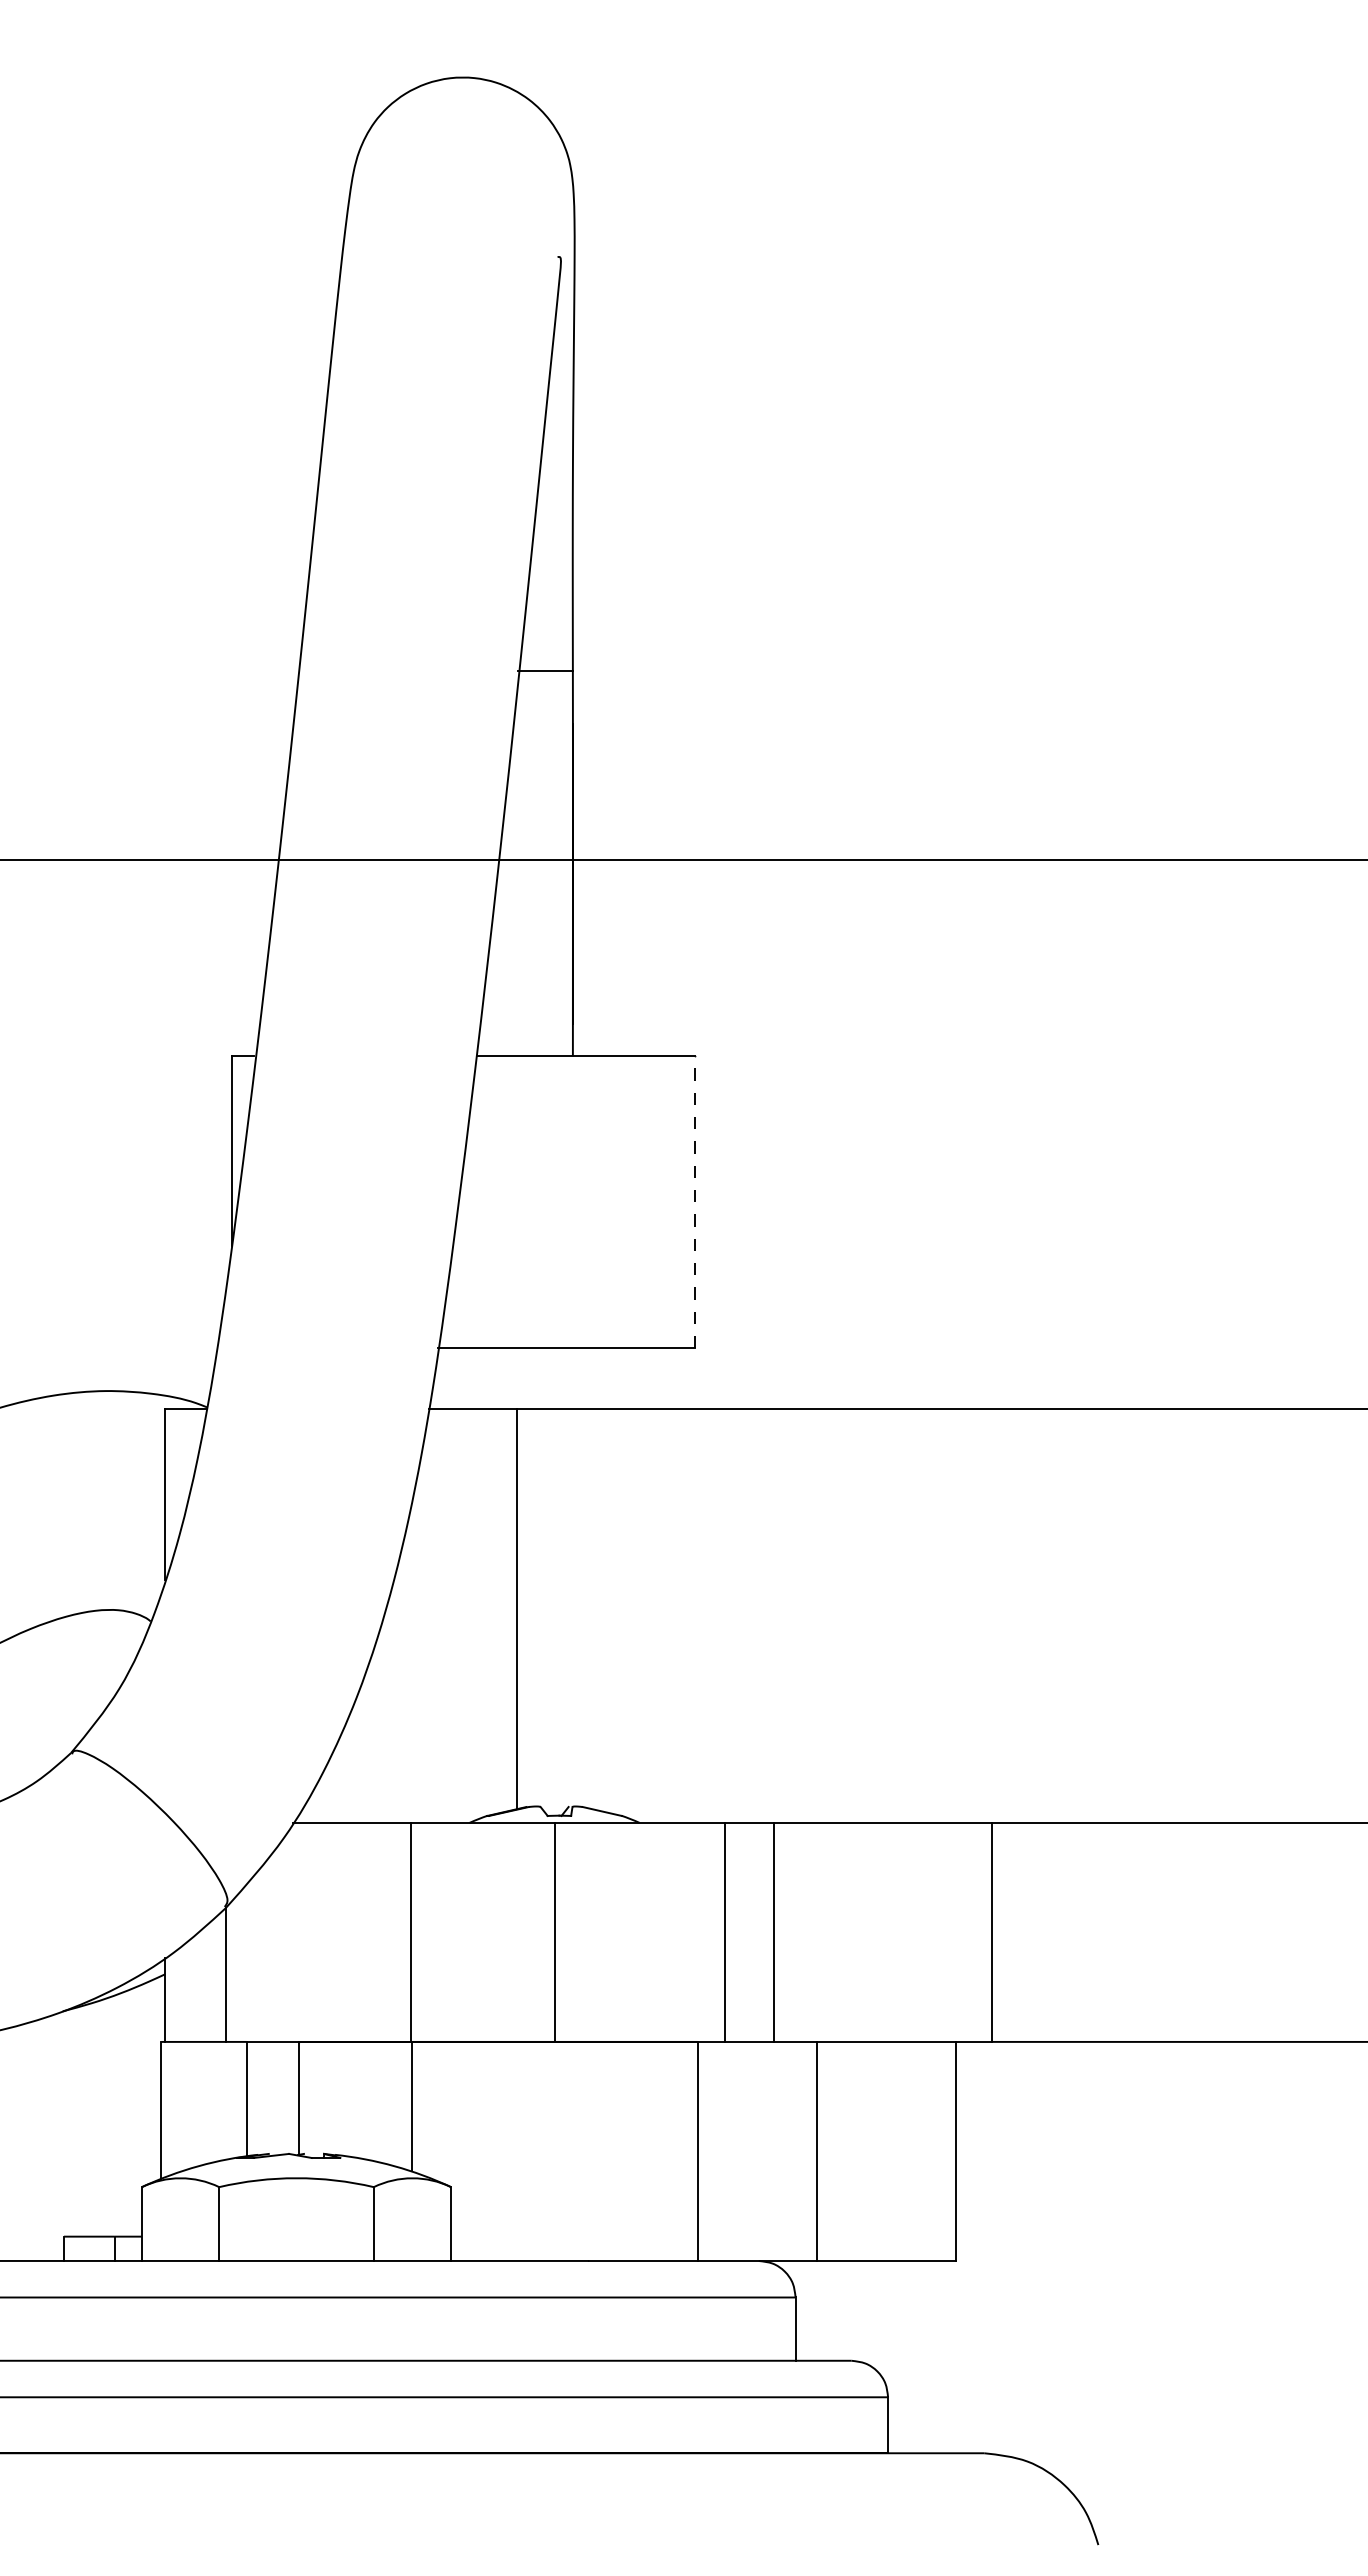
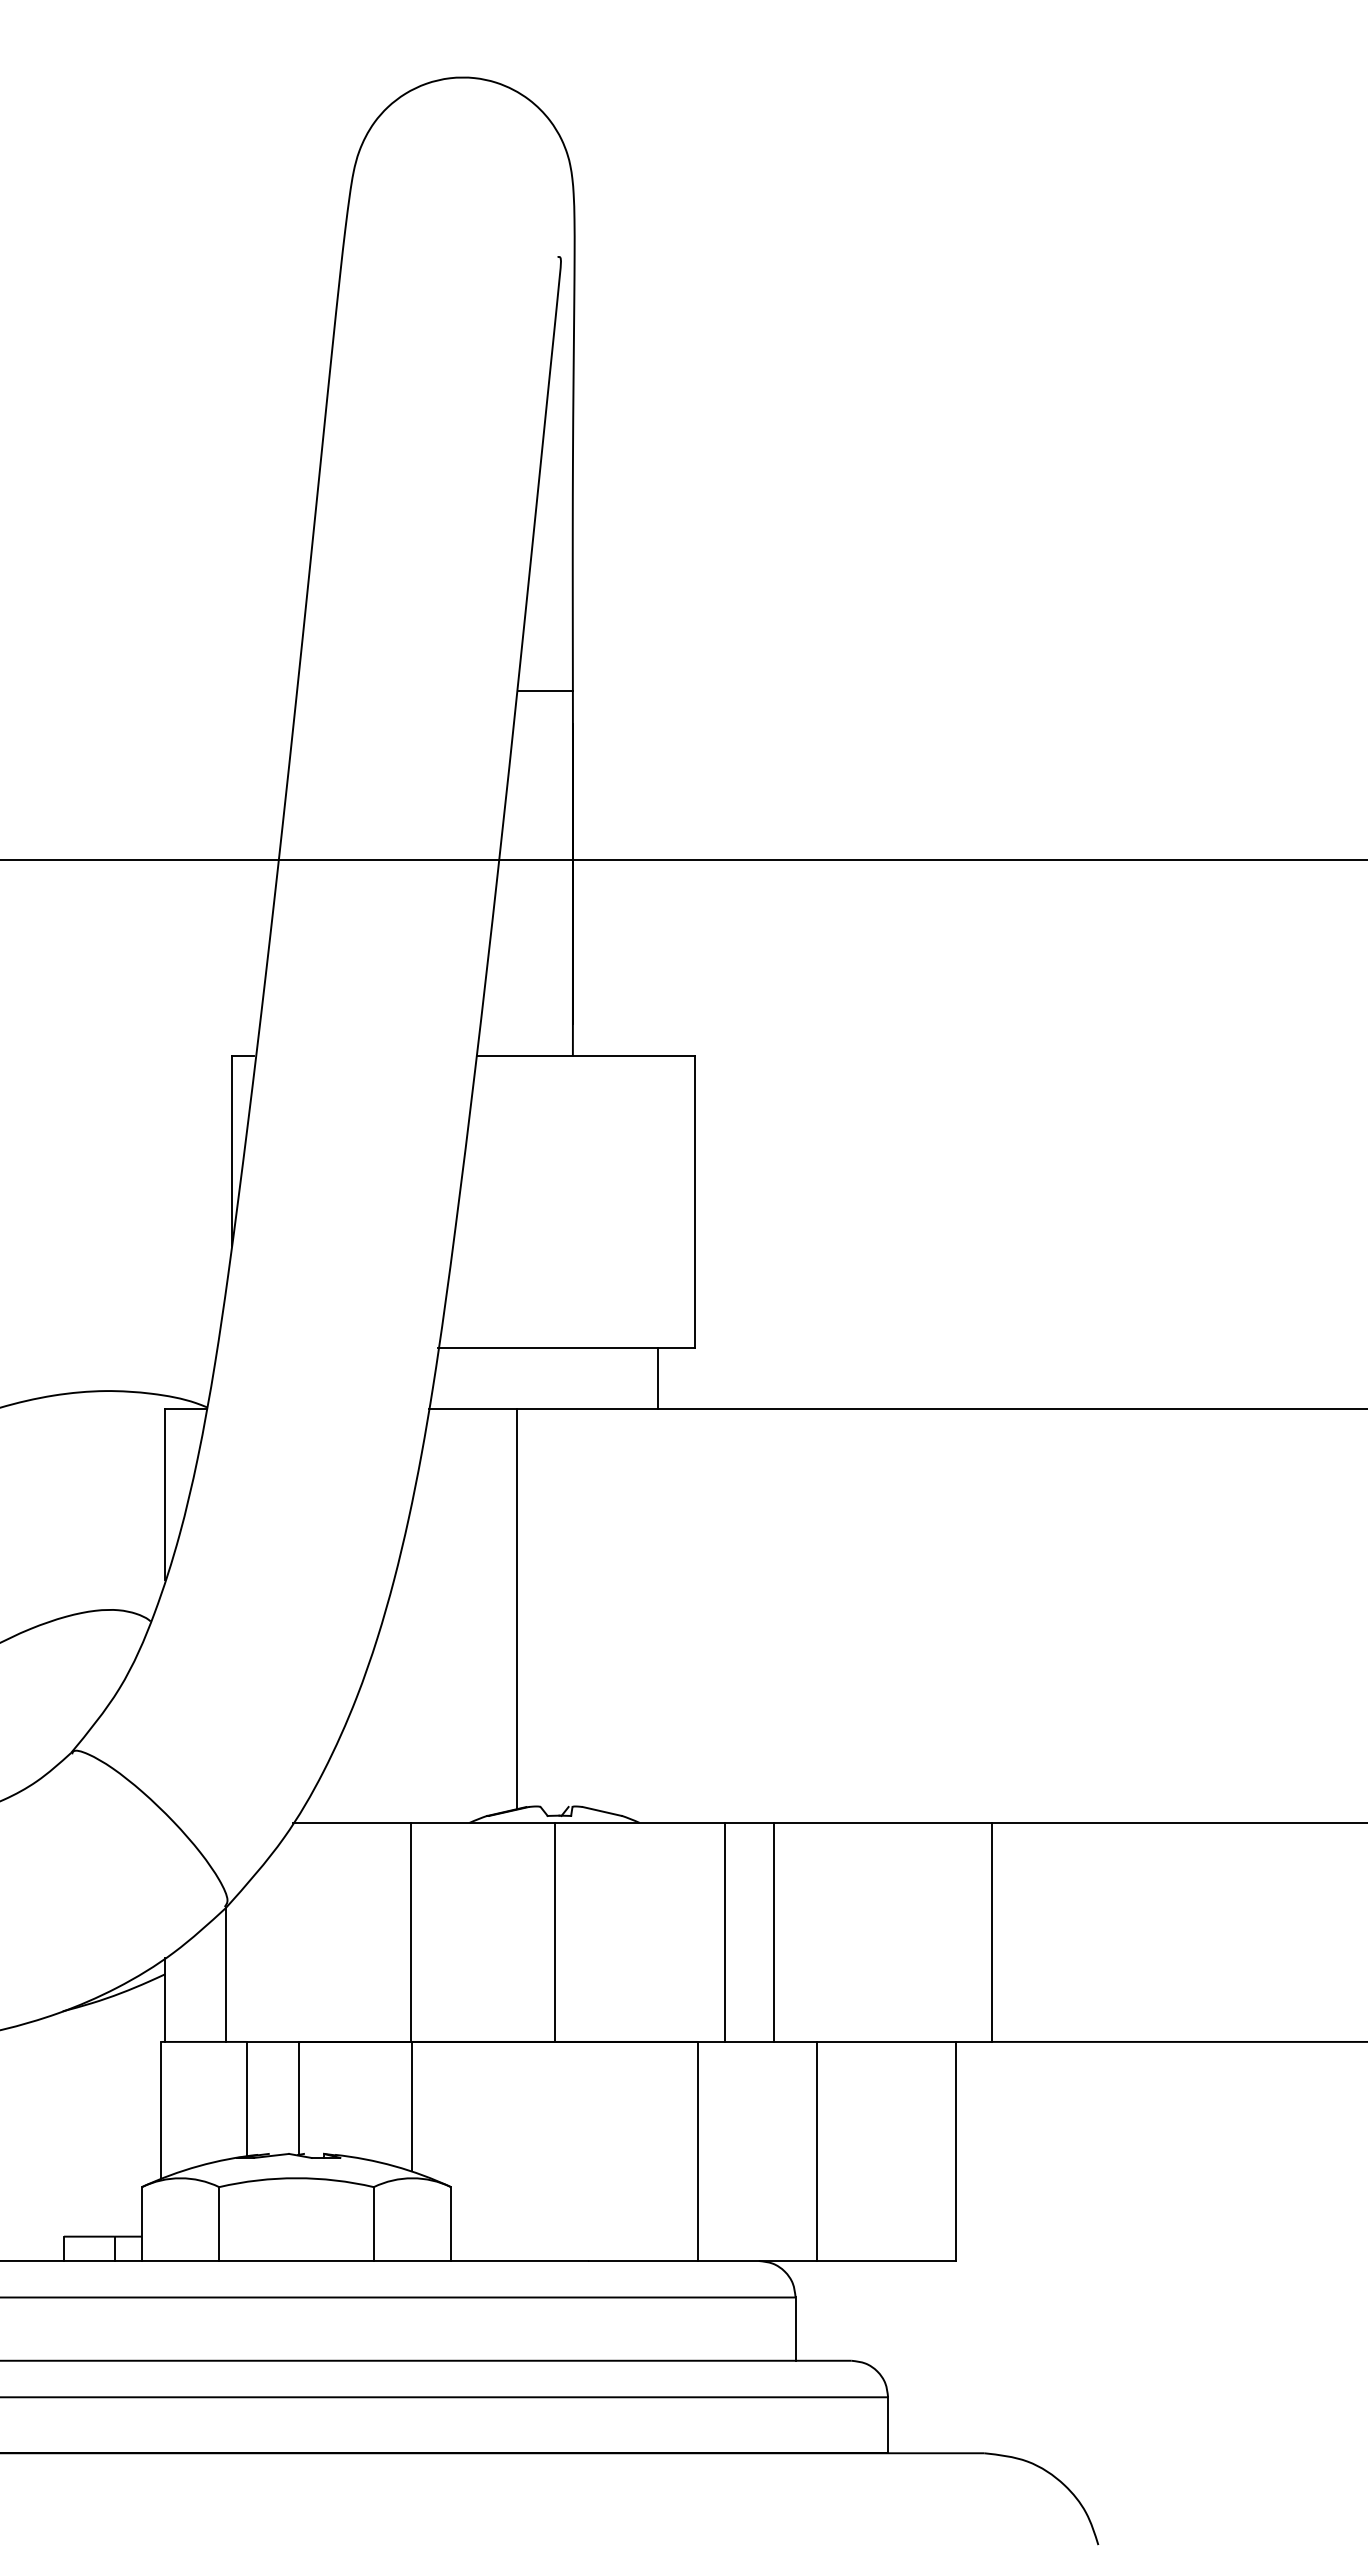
line at (545, 671) position: (545, 671) -> (545, 691)
line at (694, 1201): dashed -> solid
line at (658, 1378): none -> present
